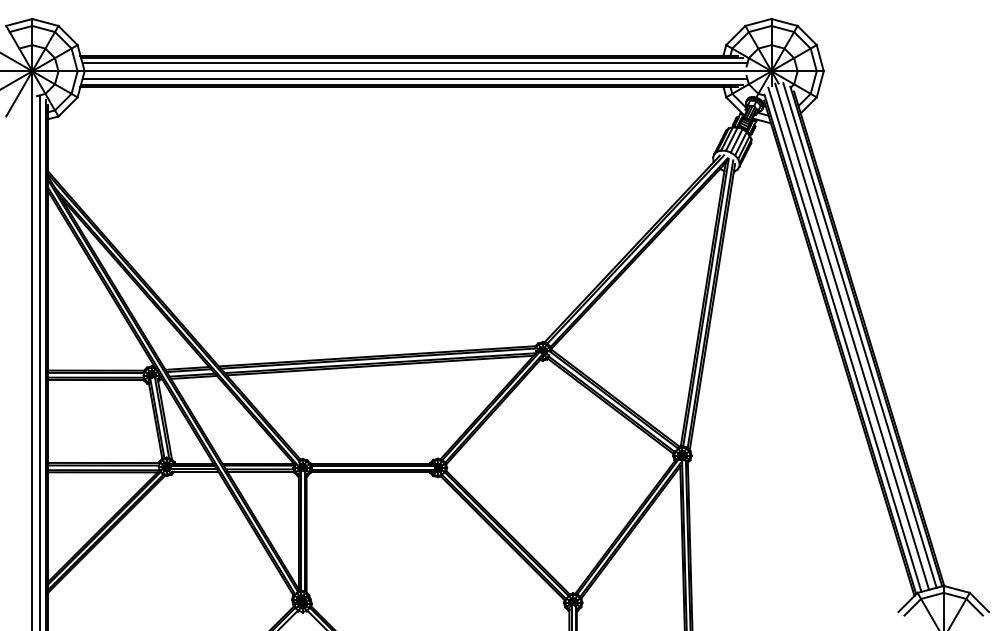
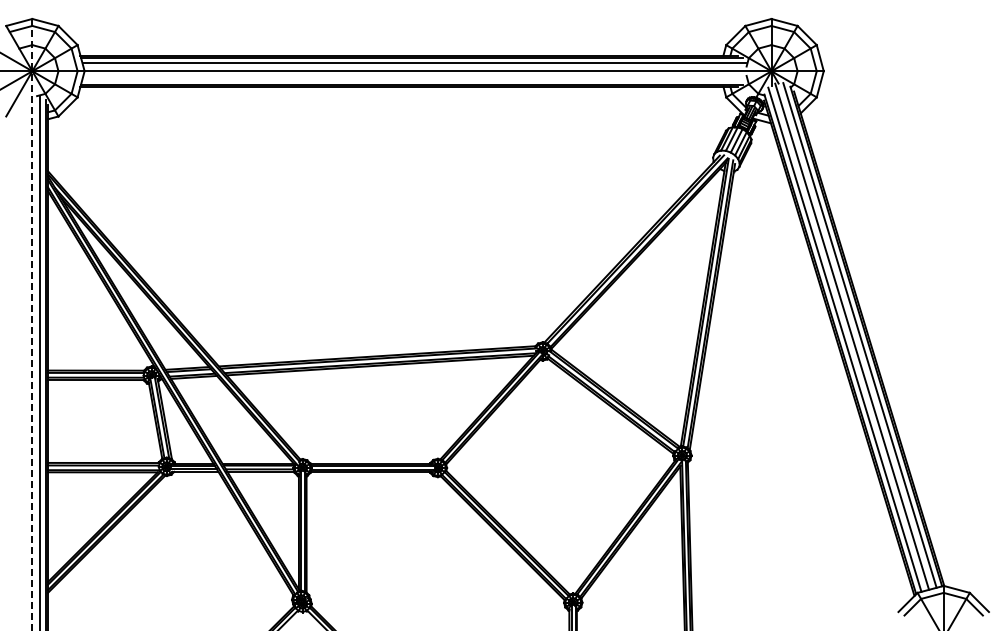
line at (414, 79): present -> none
line at (32, 324): solid -> dashed
